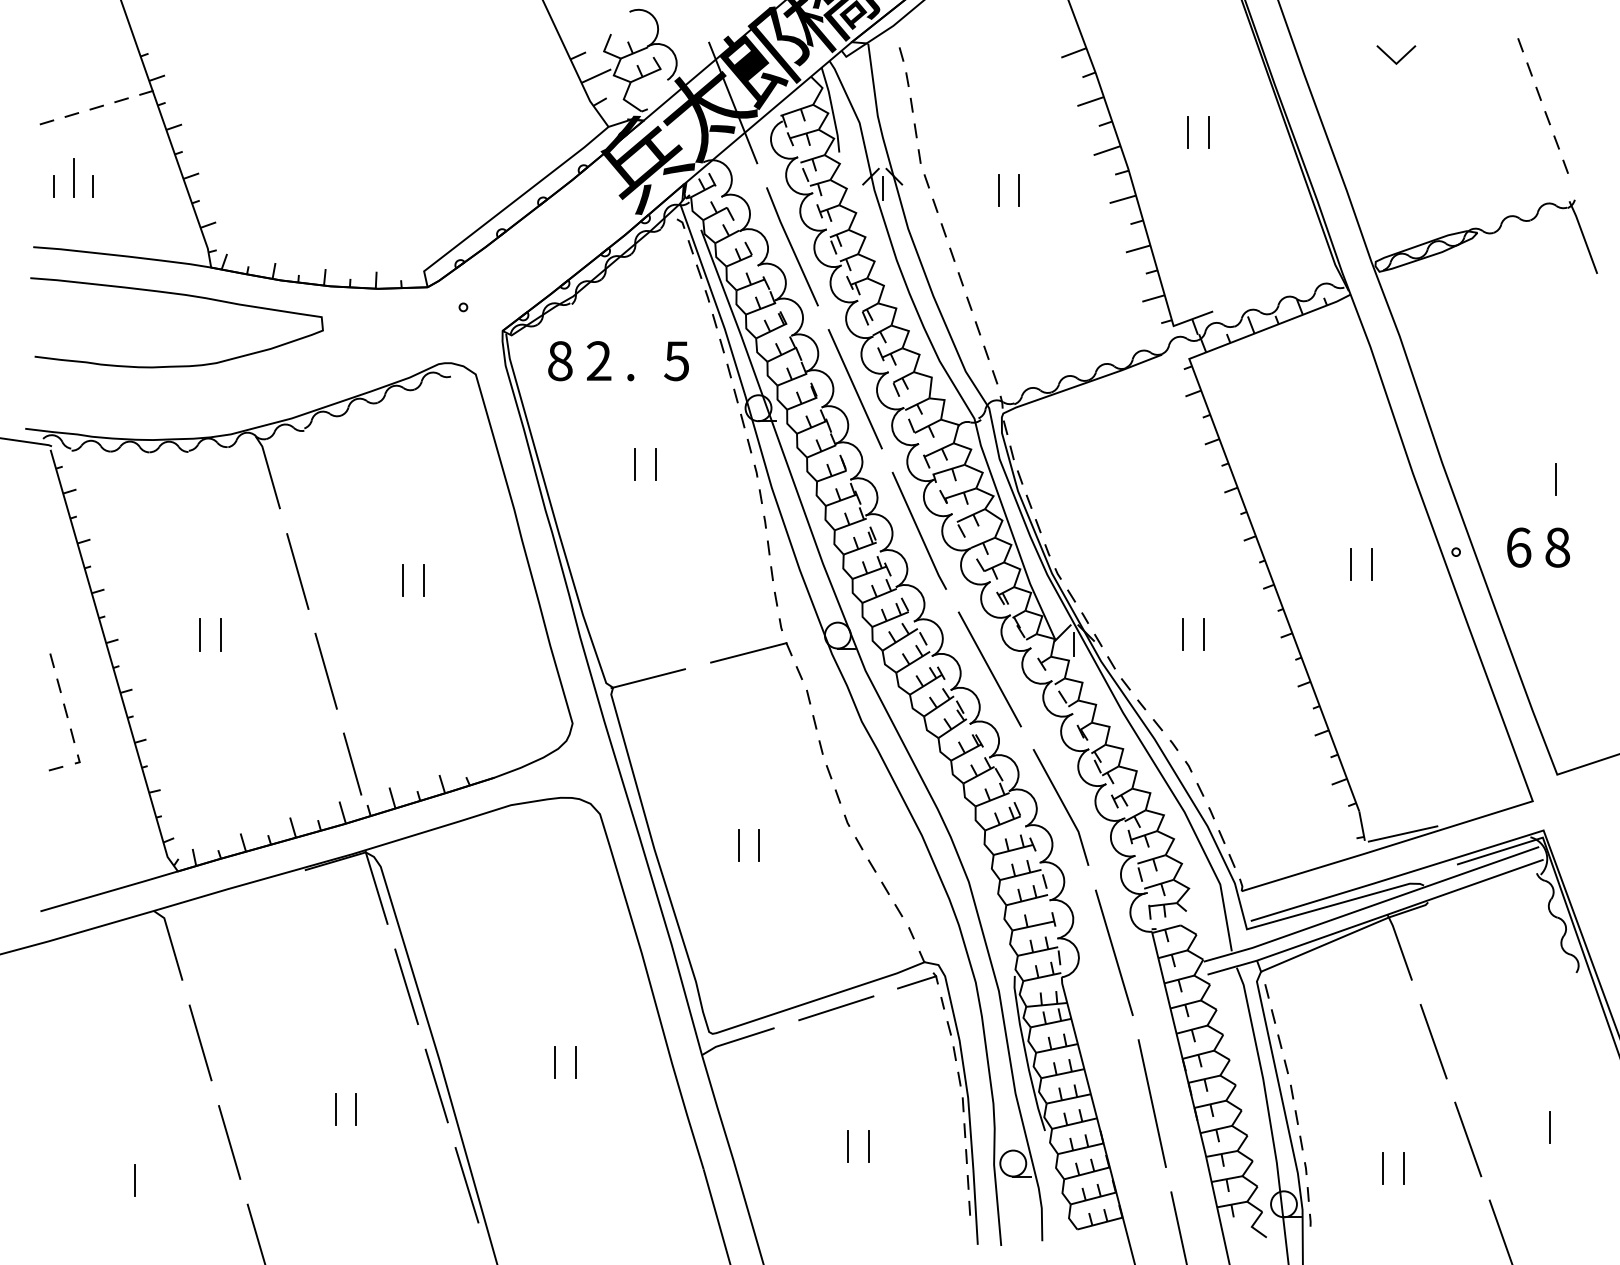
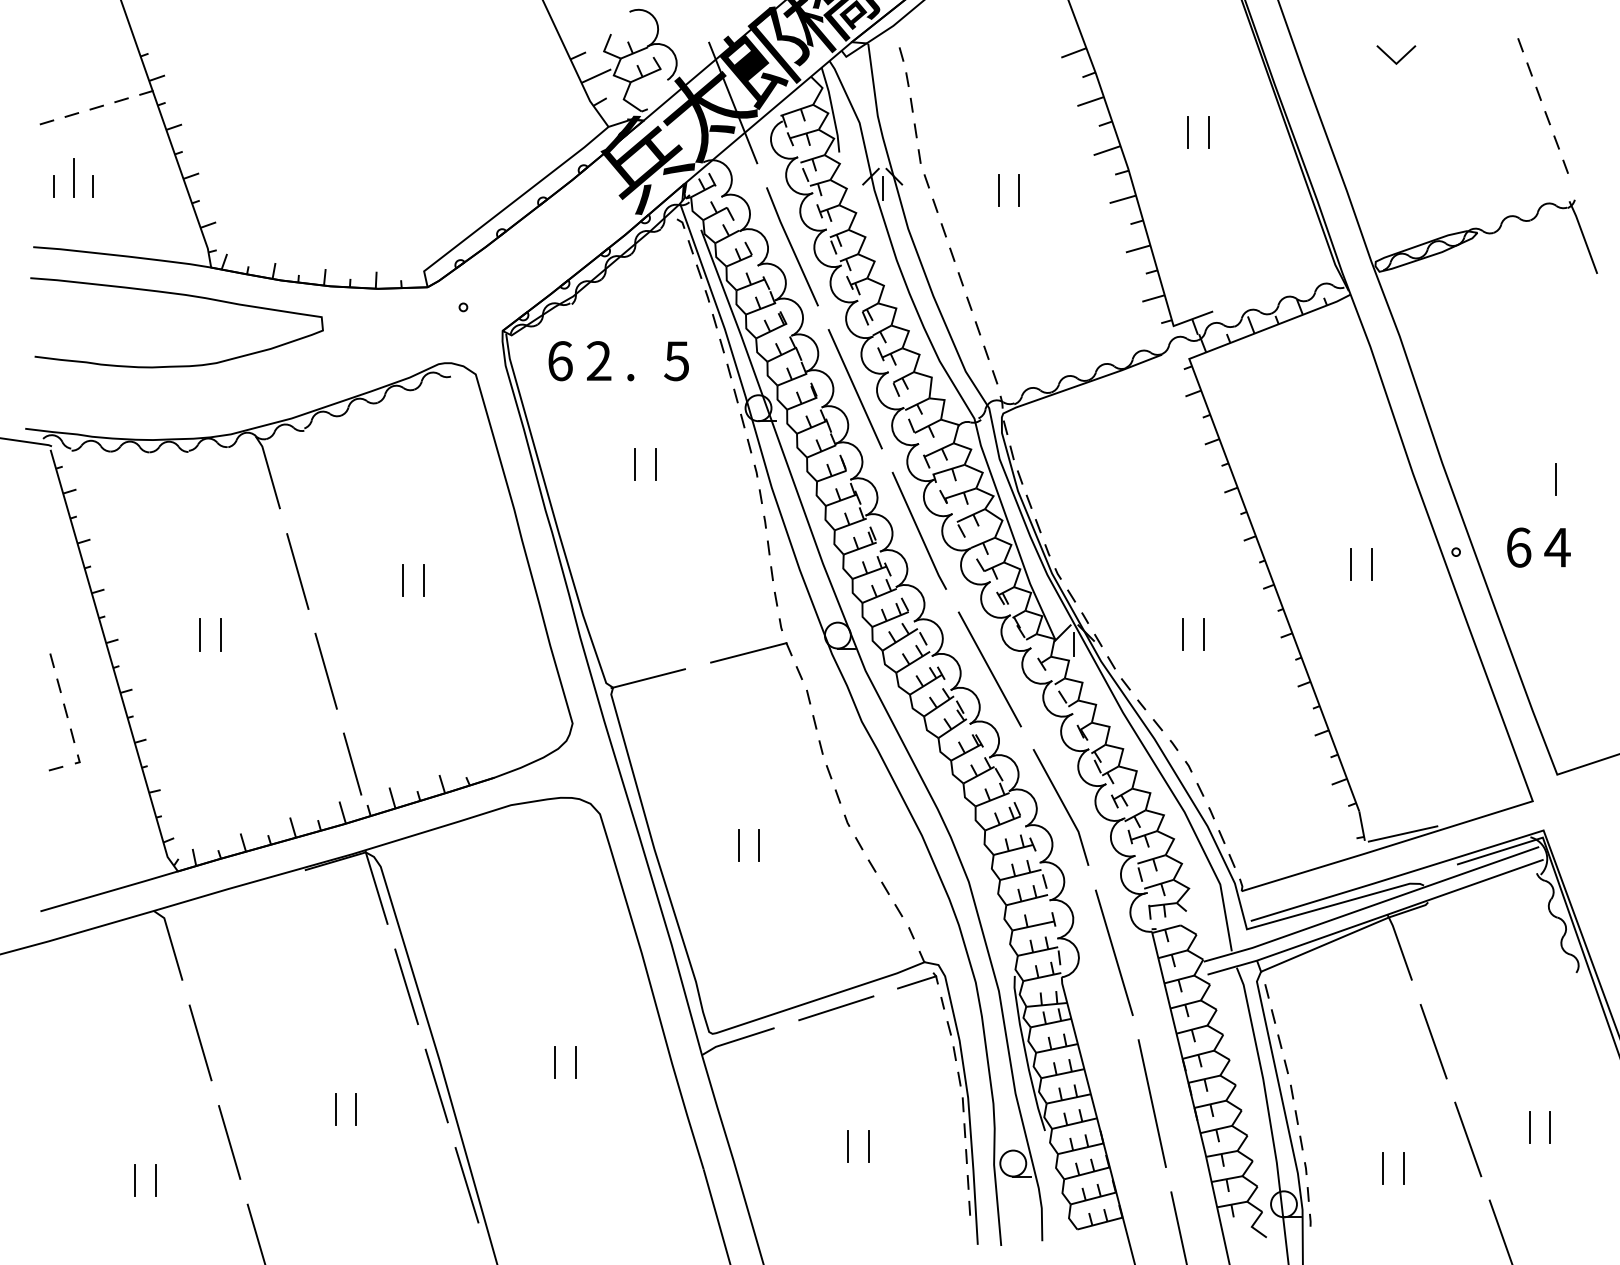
text at (560, 361): 8 -> 6
text at (1557, 547): 8 -> 4
line at (1529, 1127): none -> present
line at (155, 1179): none -> present
